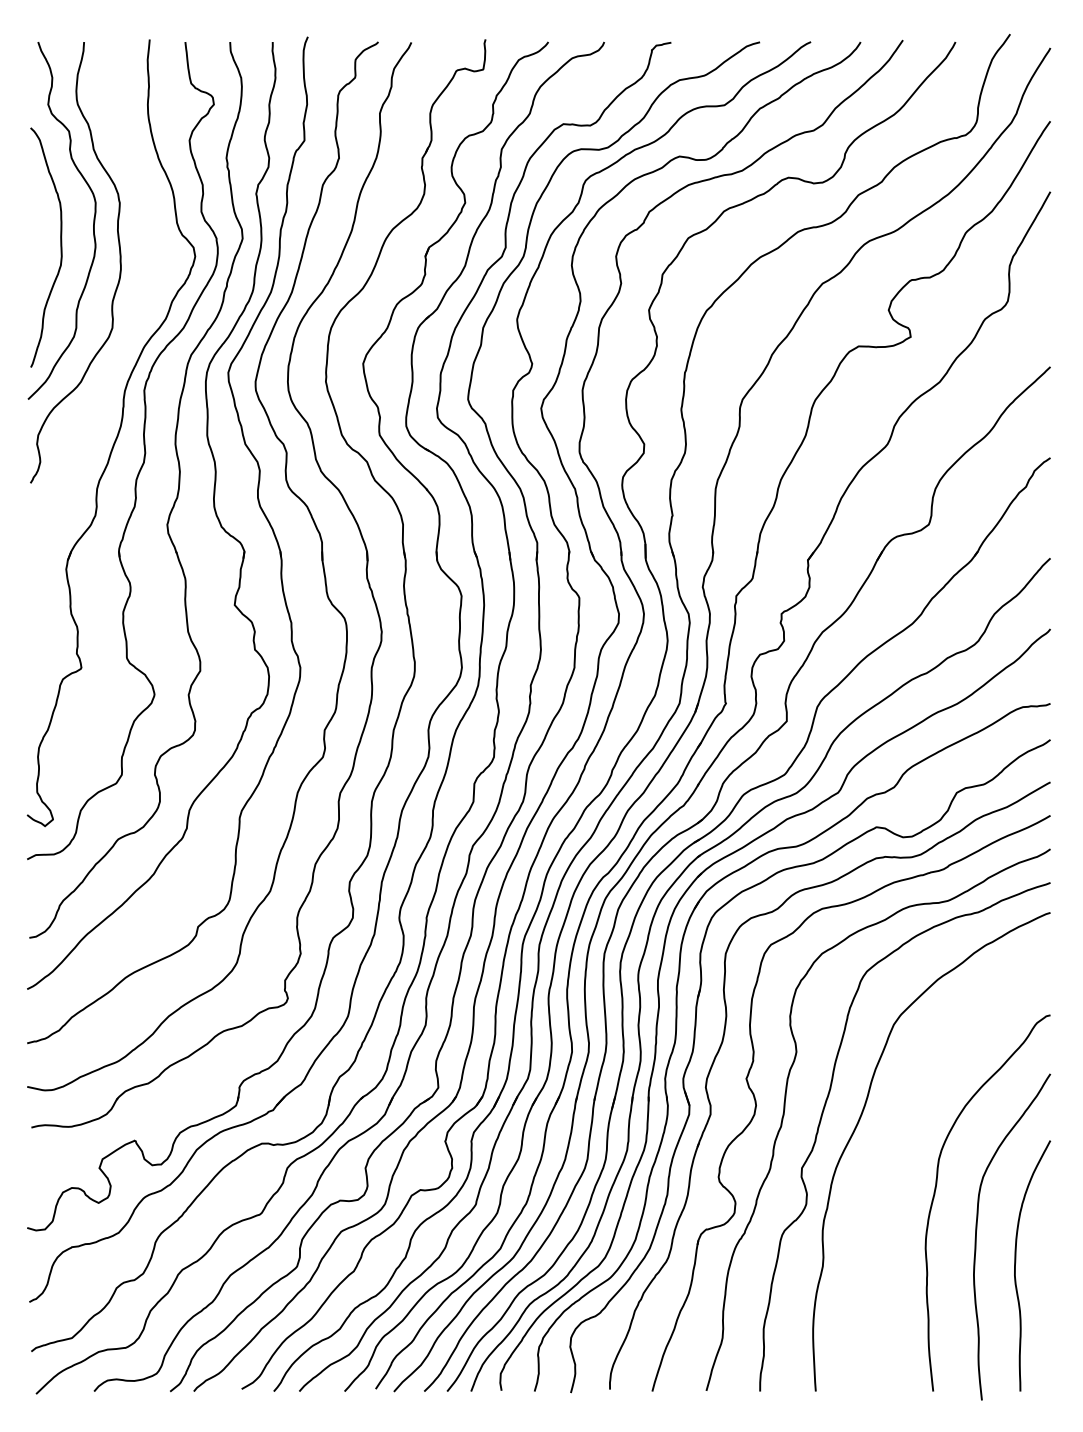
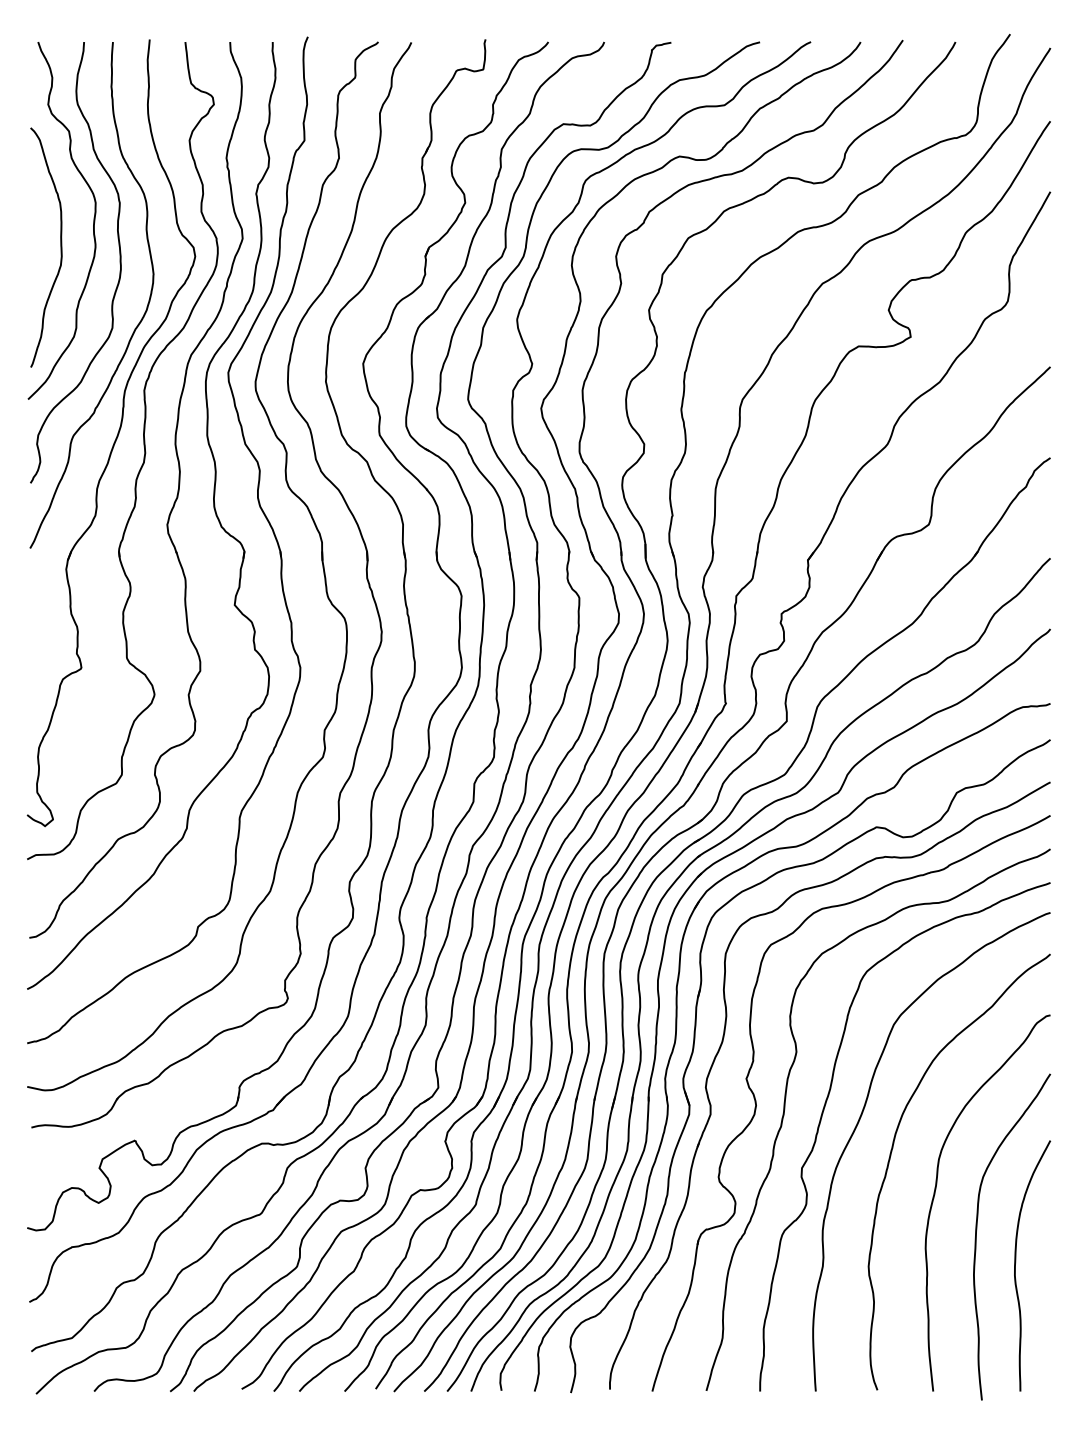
curve at (134, 328): none -> present
curve at (891, 1156): none -> present
